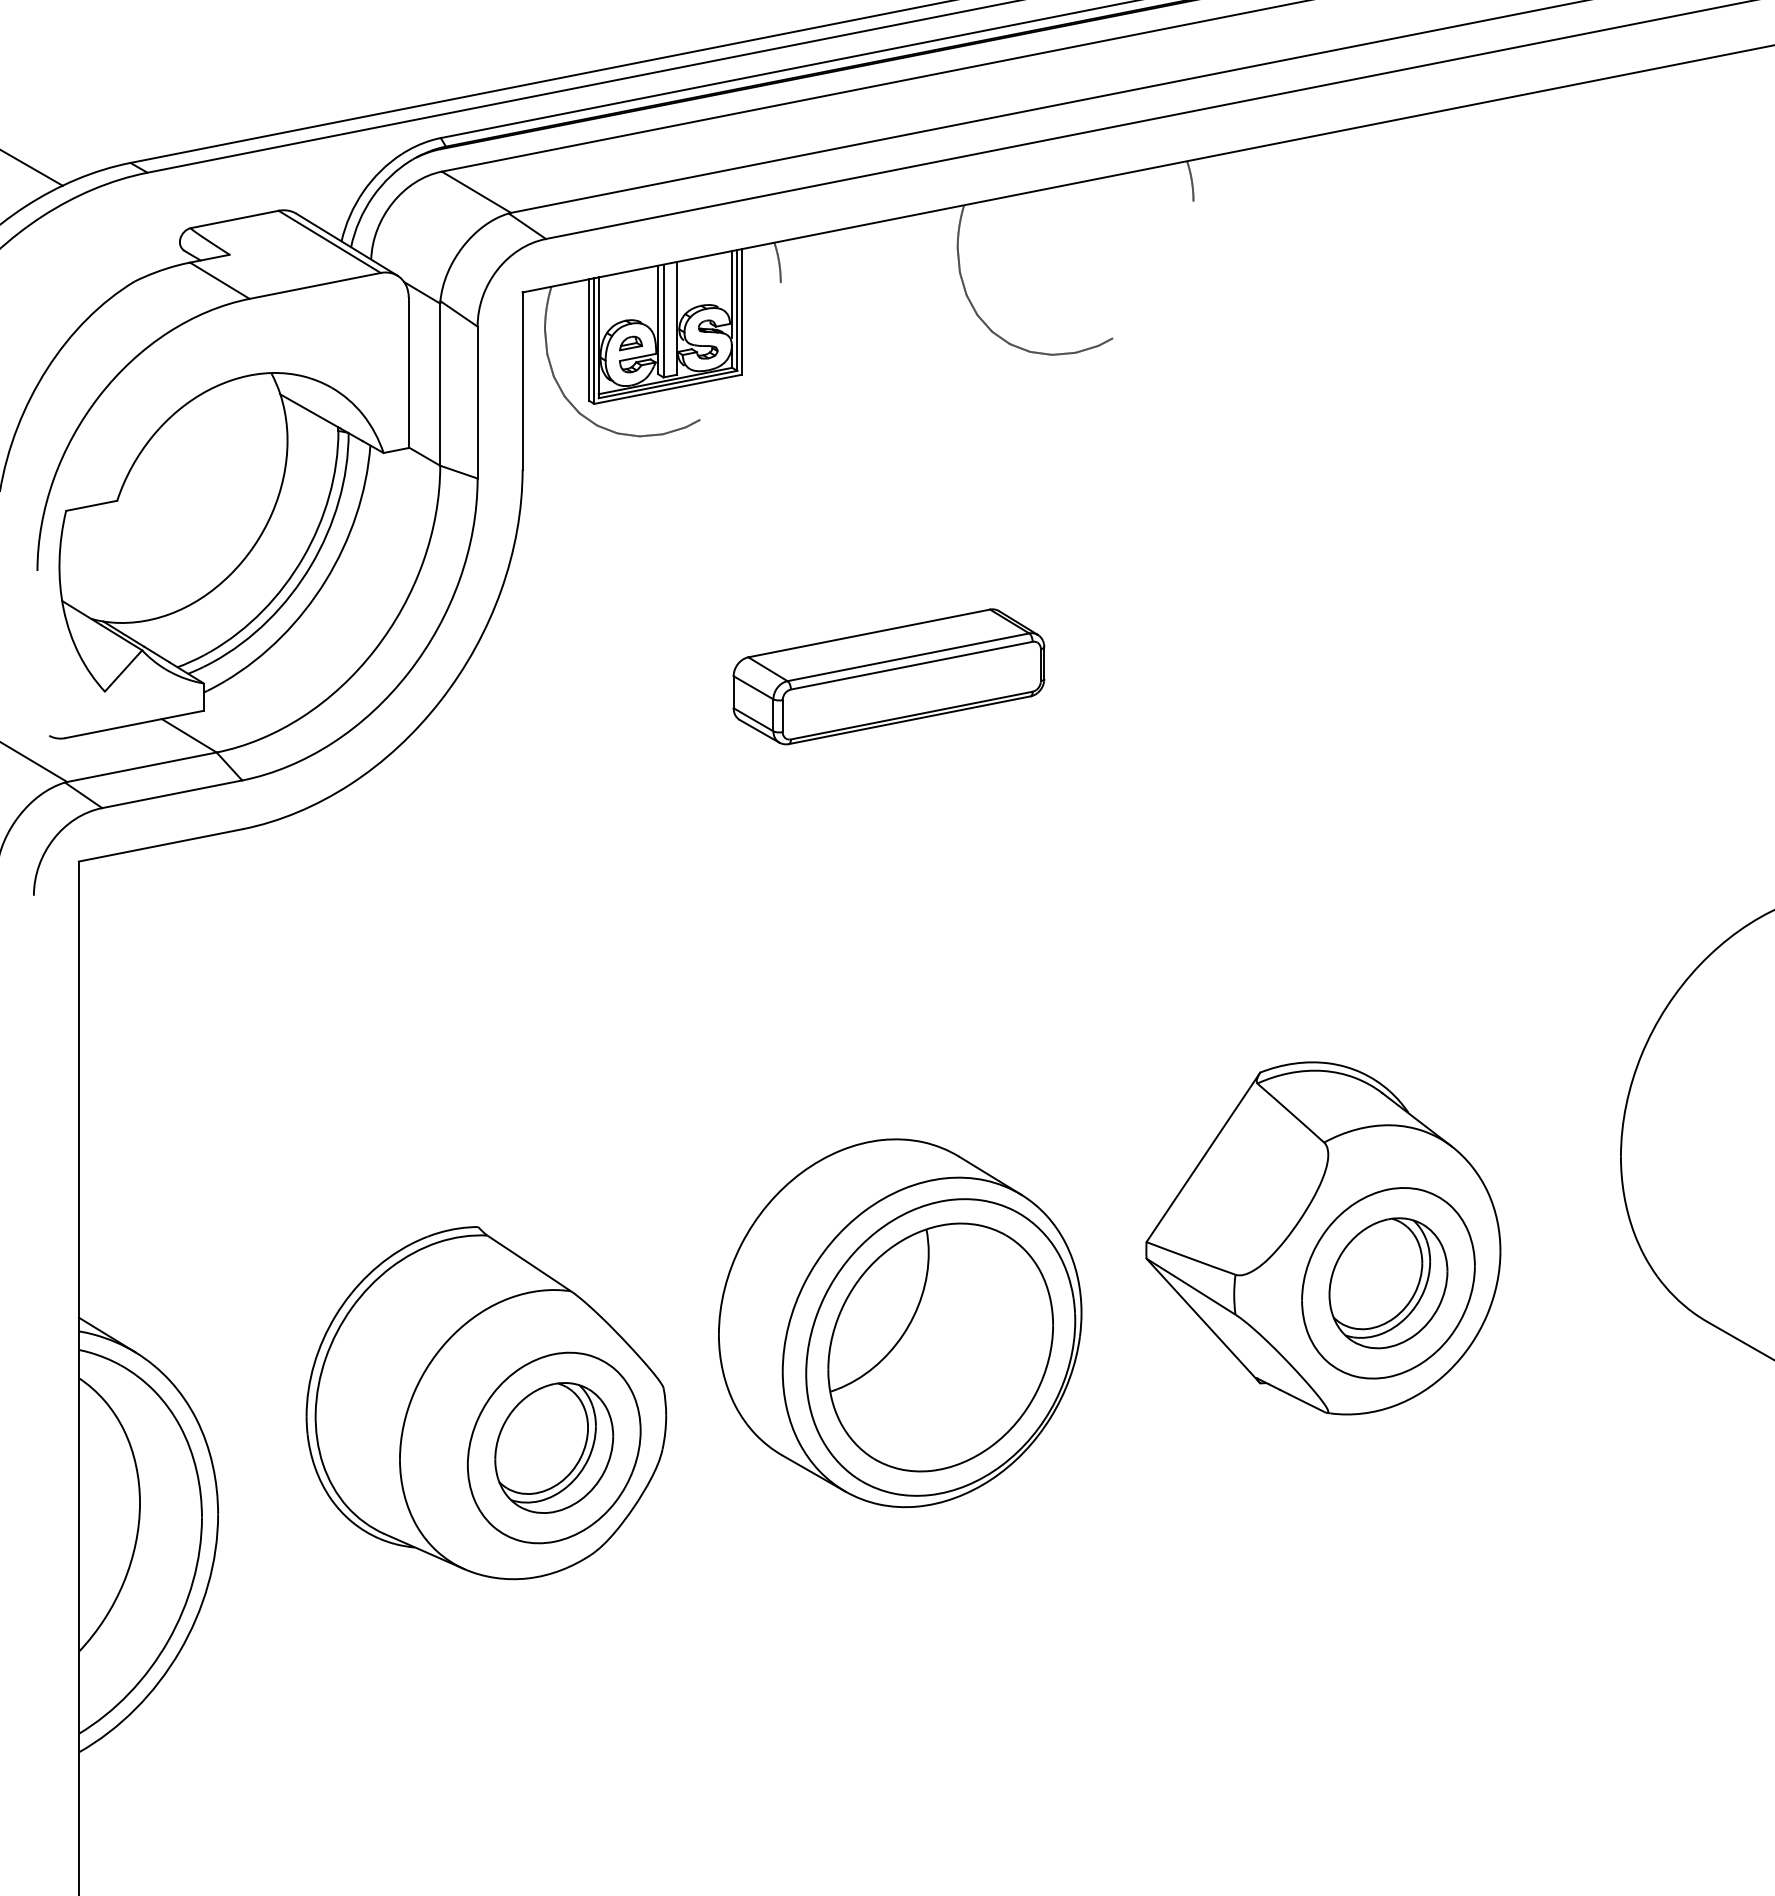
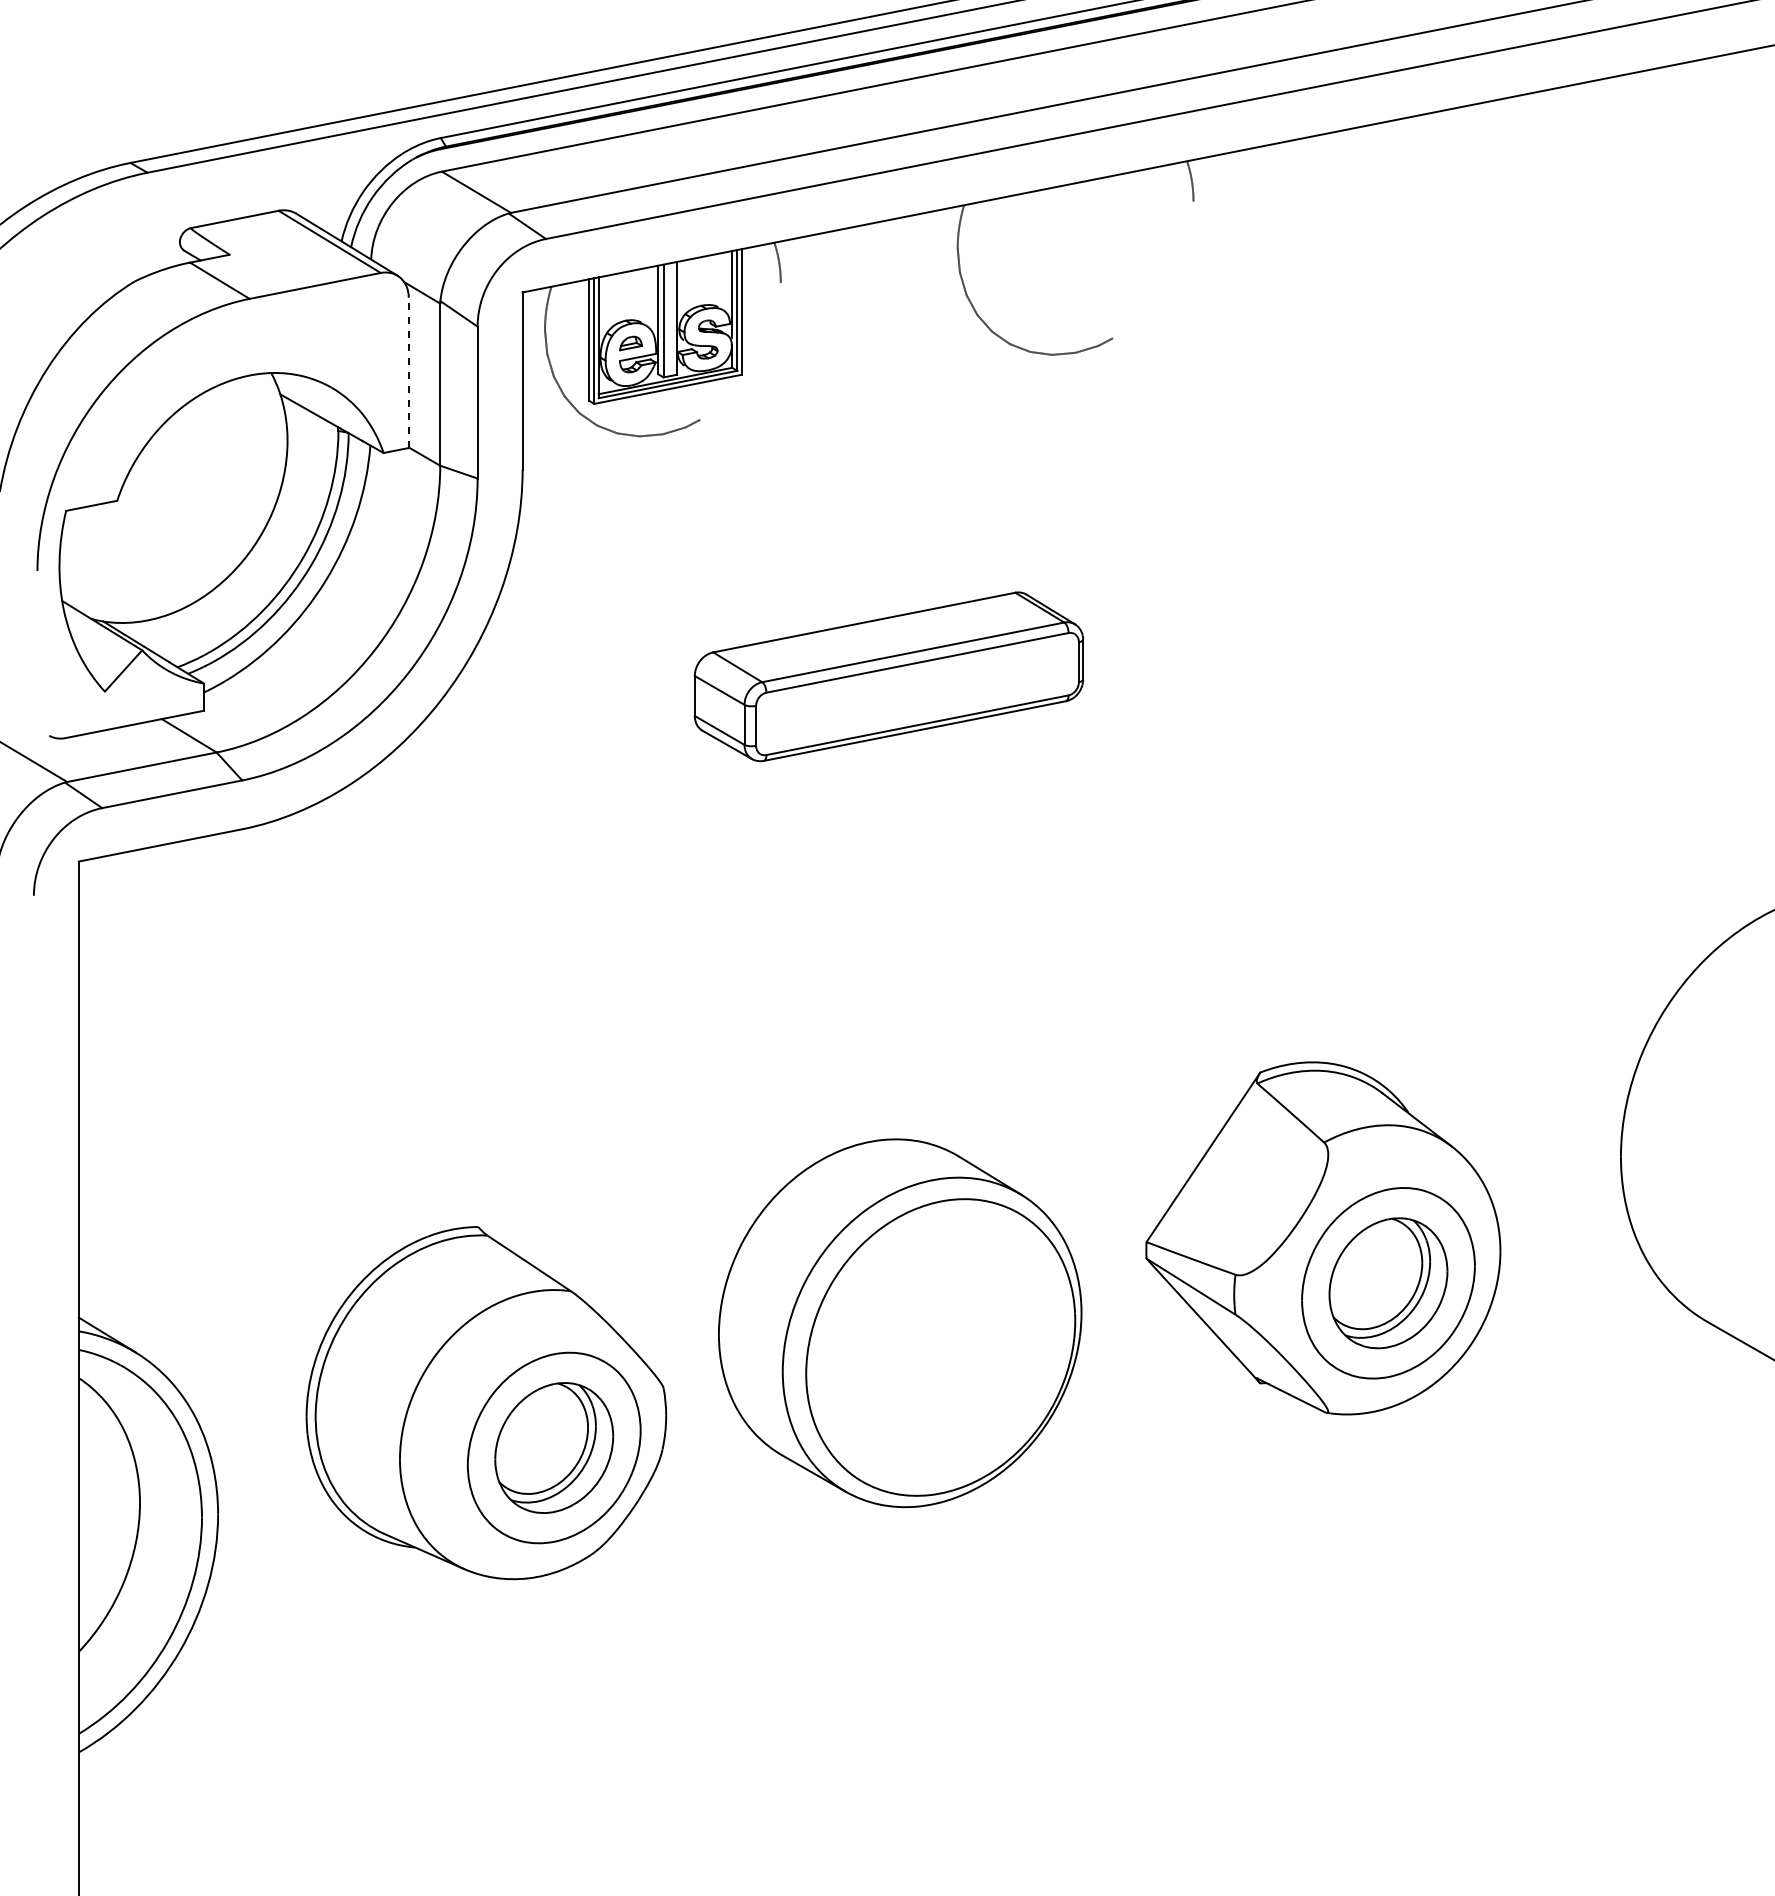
line at (32, 167): present -> none
line at (408, 372): solid -> dashed
part at (888, 676) size: 314x138 px -> 392x172 px
part at (940, 1347): present -> none
